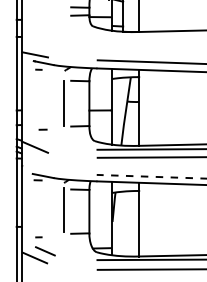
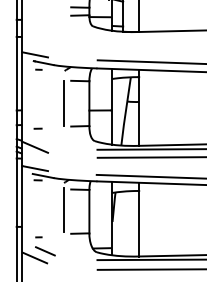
line at (42, 129) position: (42, 129) -> (37, 128)
line at (35, 168): none -> present
line at (151, 176): dashed -> solid
